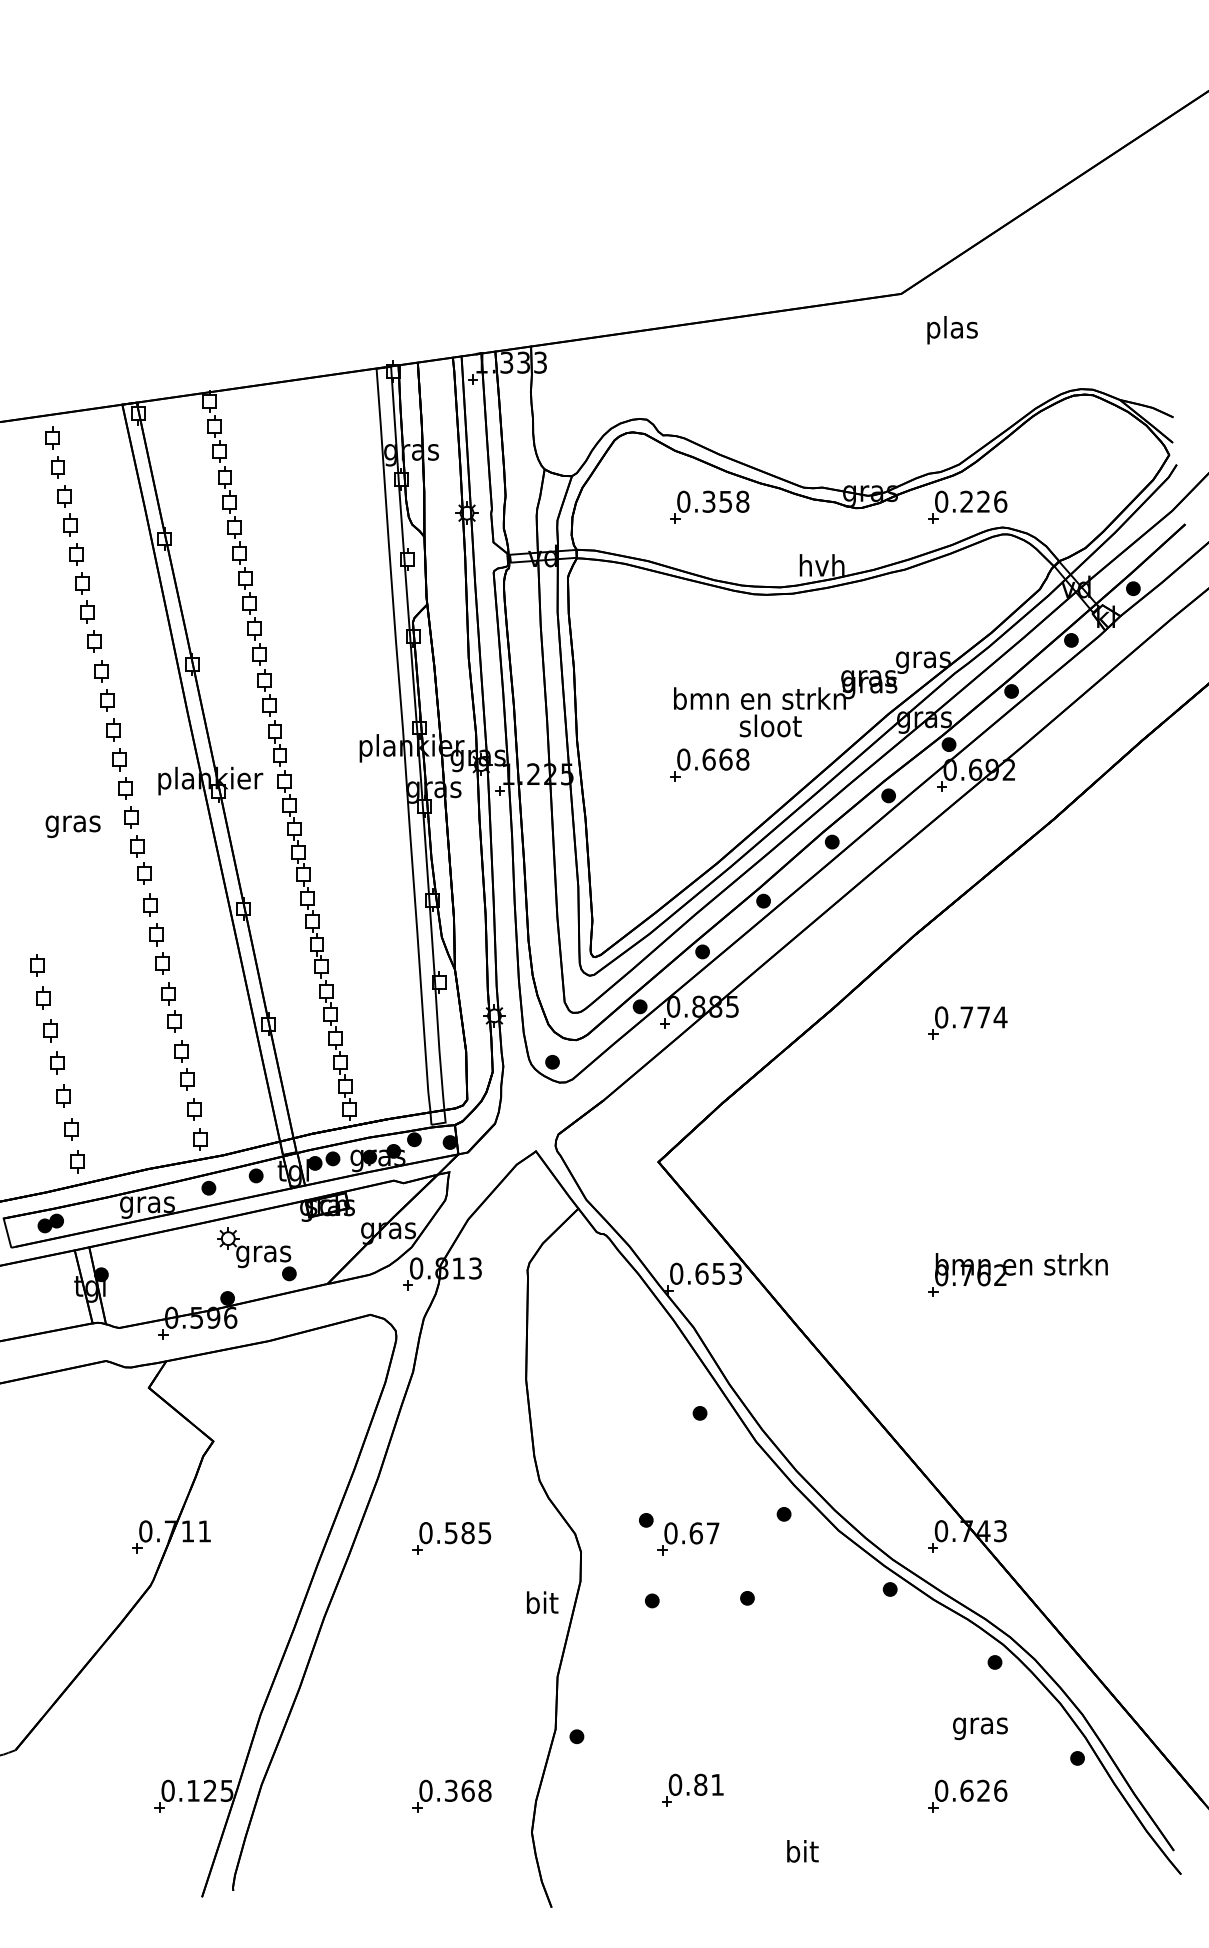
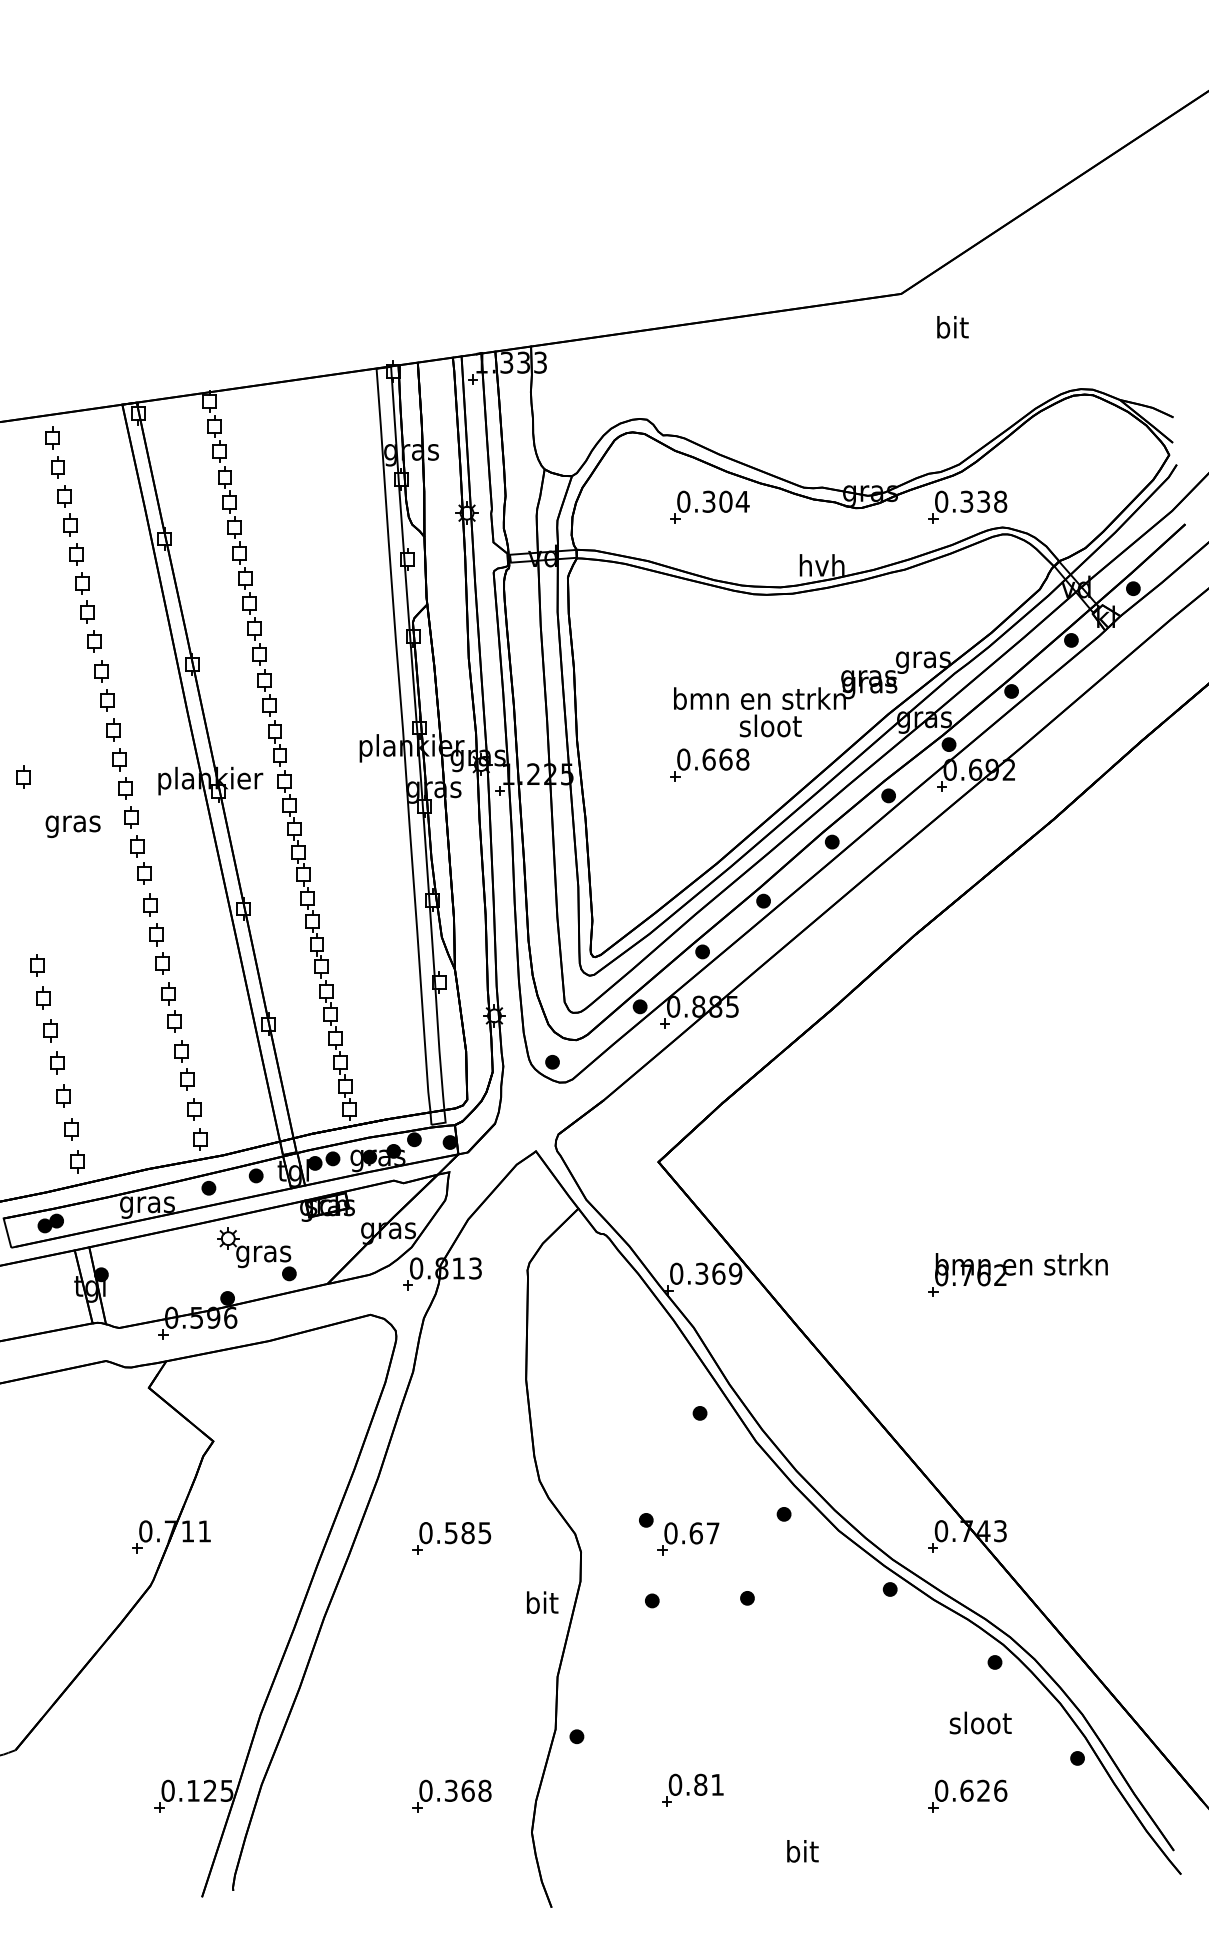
text at (952, 330): plas -> bit
text at (734, 501): 0.358 -> 0.304
text at (983, 501): 0.226 -> 0.338
part at (23, 776): none -> present
part at (967, 1022): present -> none
text at (718, 1273): 0.653 -> 0.369
text at (980, 1725): gras -> sloot
